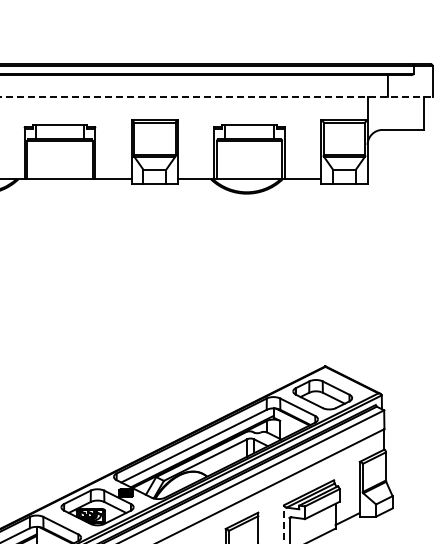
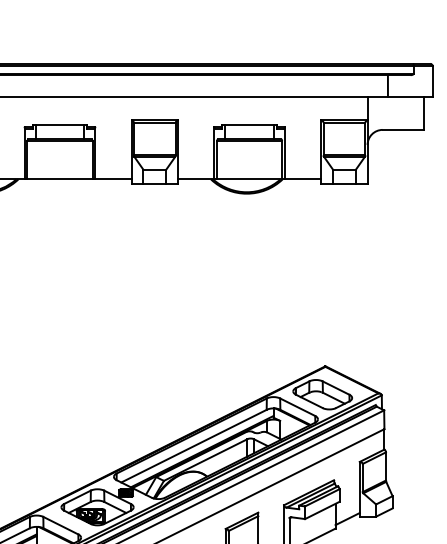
line at (216, 96): dashed -> solid
line at (284, 524): dashed -> solid
